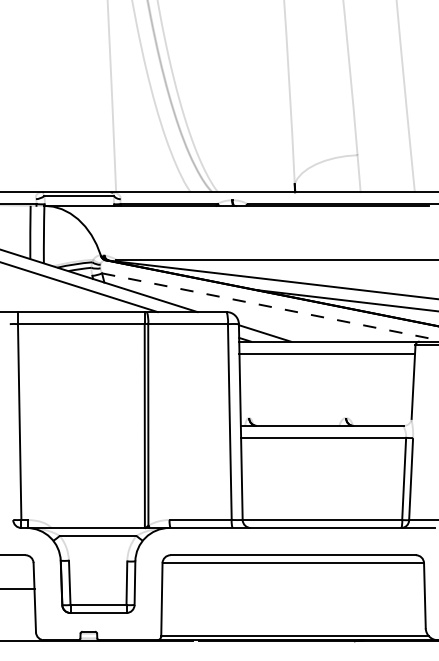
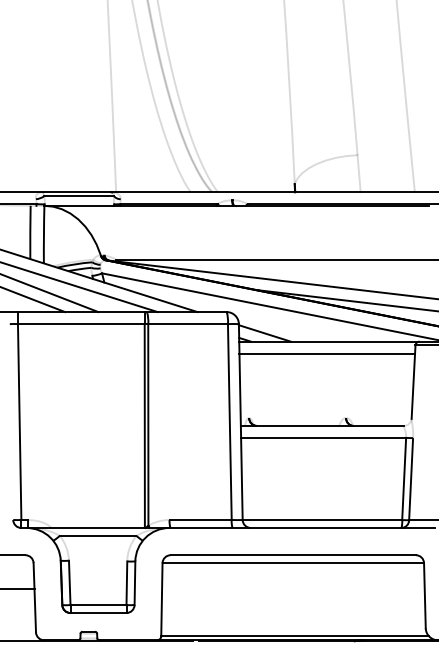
line at (50, 293): none -> present
line at (33, 299): none -> present
line at (270, 306): dashed -> solid
